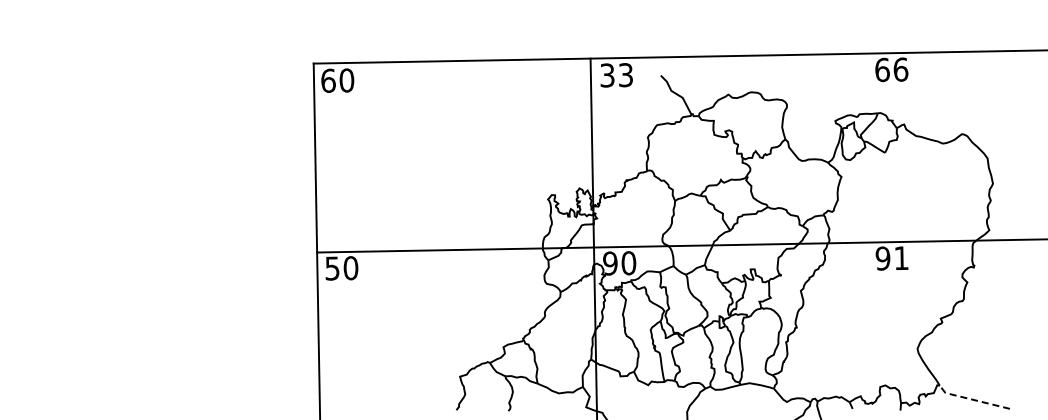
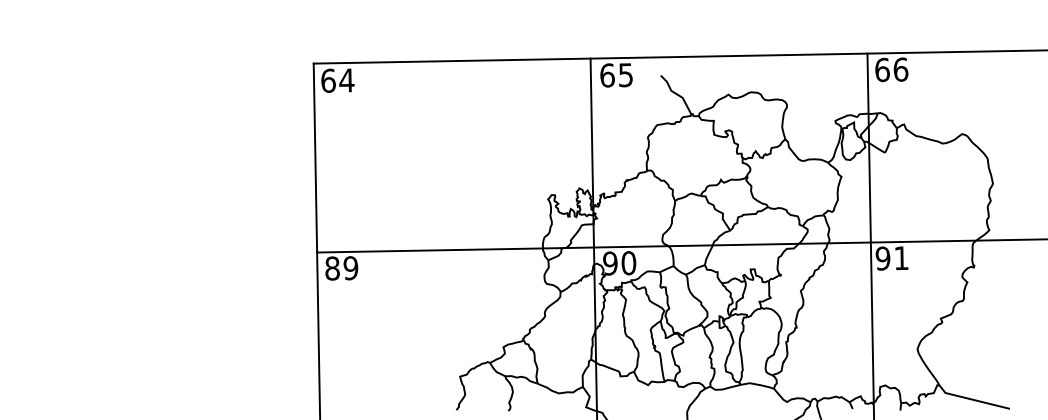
text at (616, 75): 33 -> 65
text at (346, 80): 60 -> 64
line at (870, 234): none -> present
text at (341, 268): 50 -> 89
line at (972, 399): dashed -> solid
